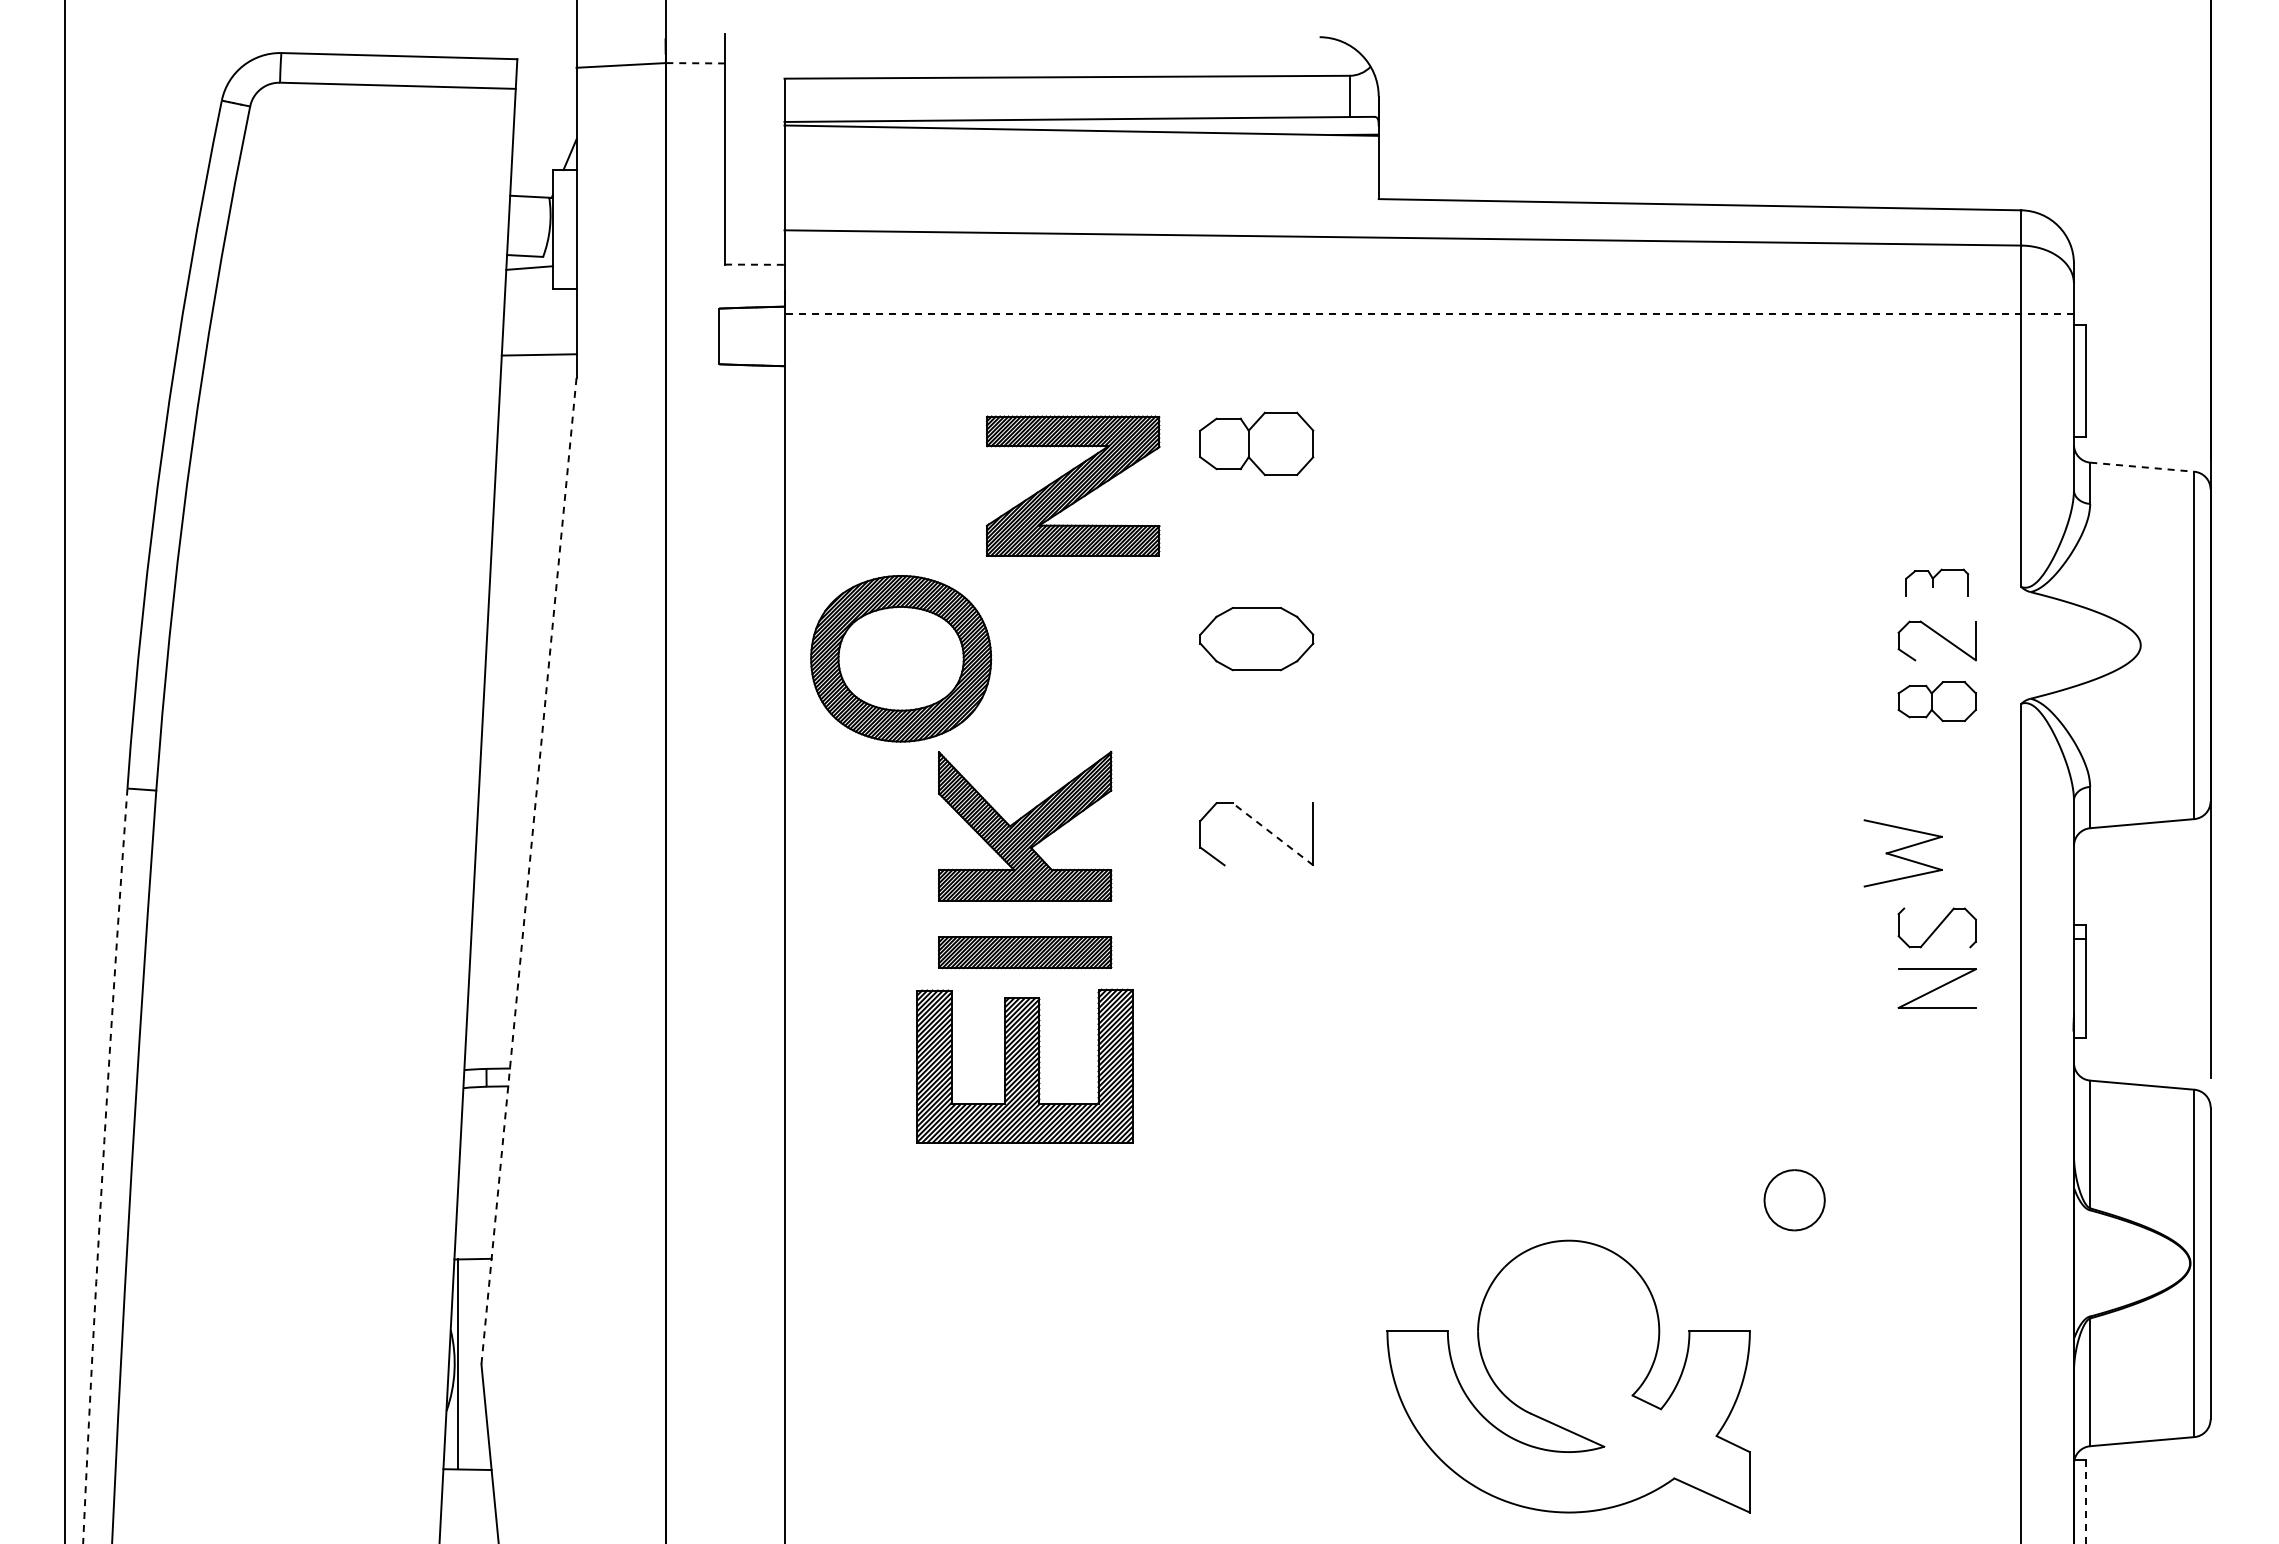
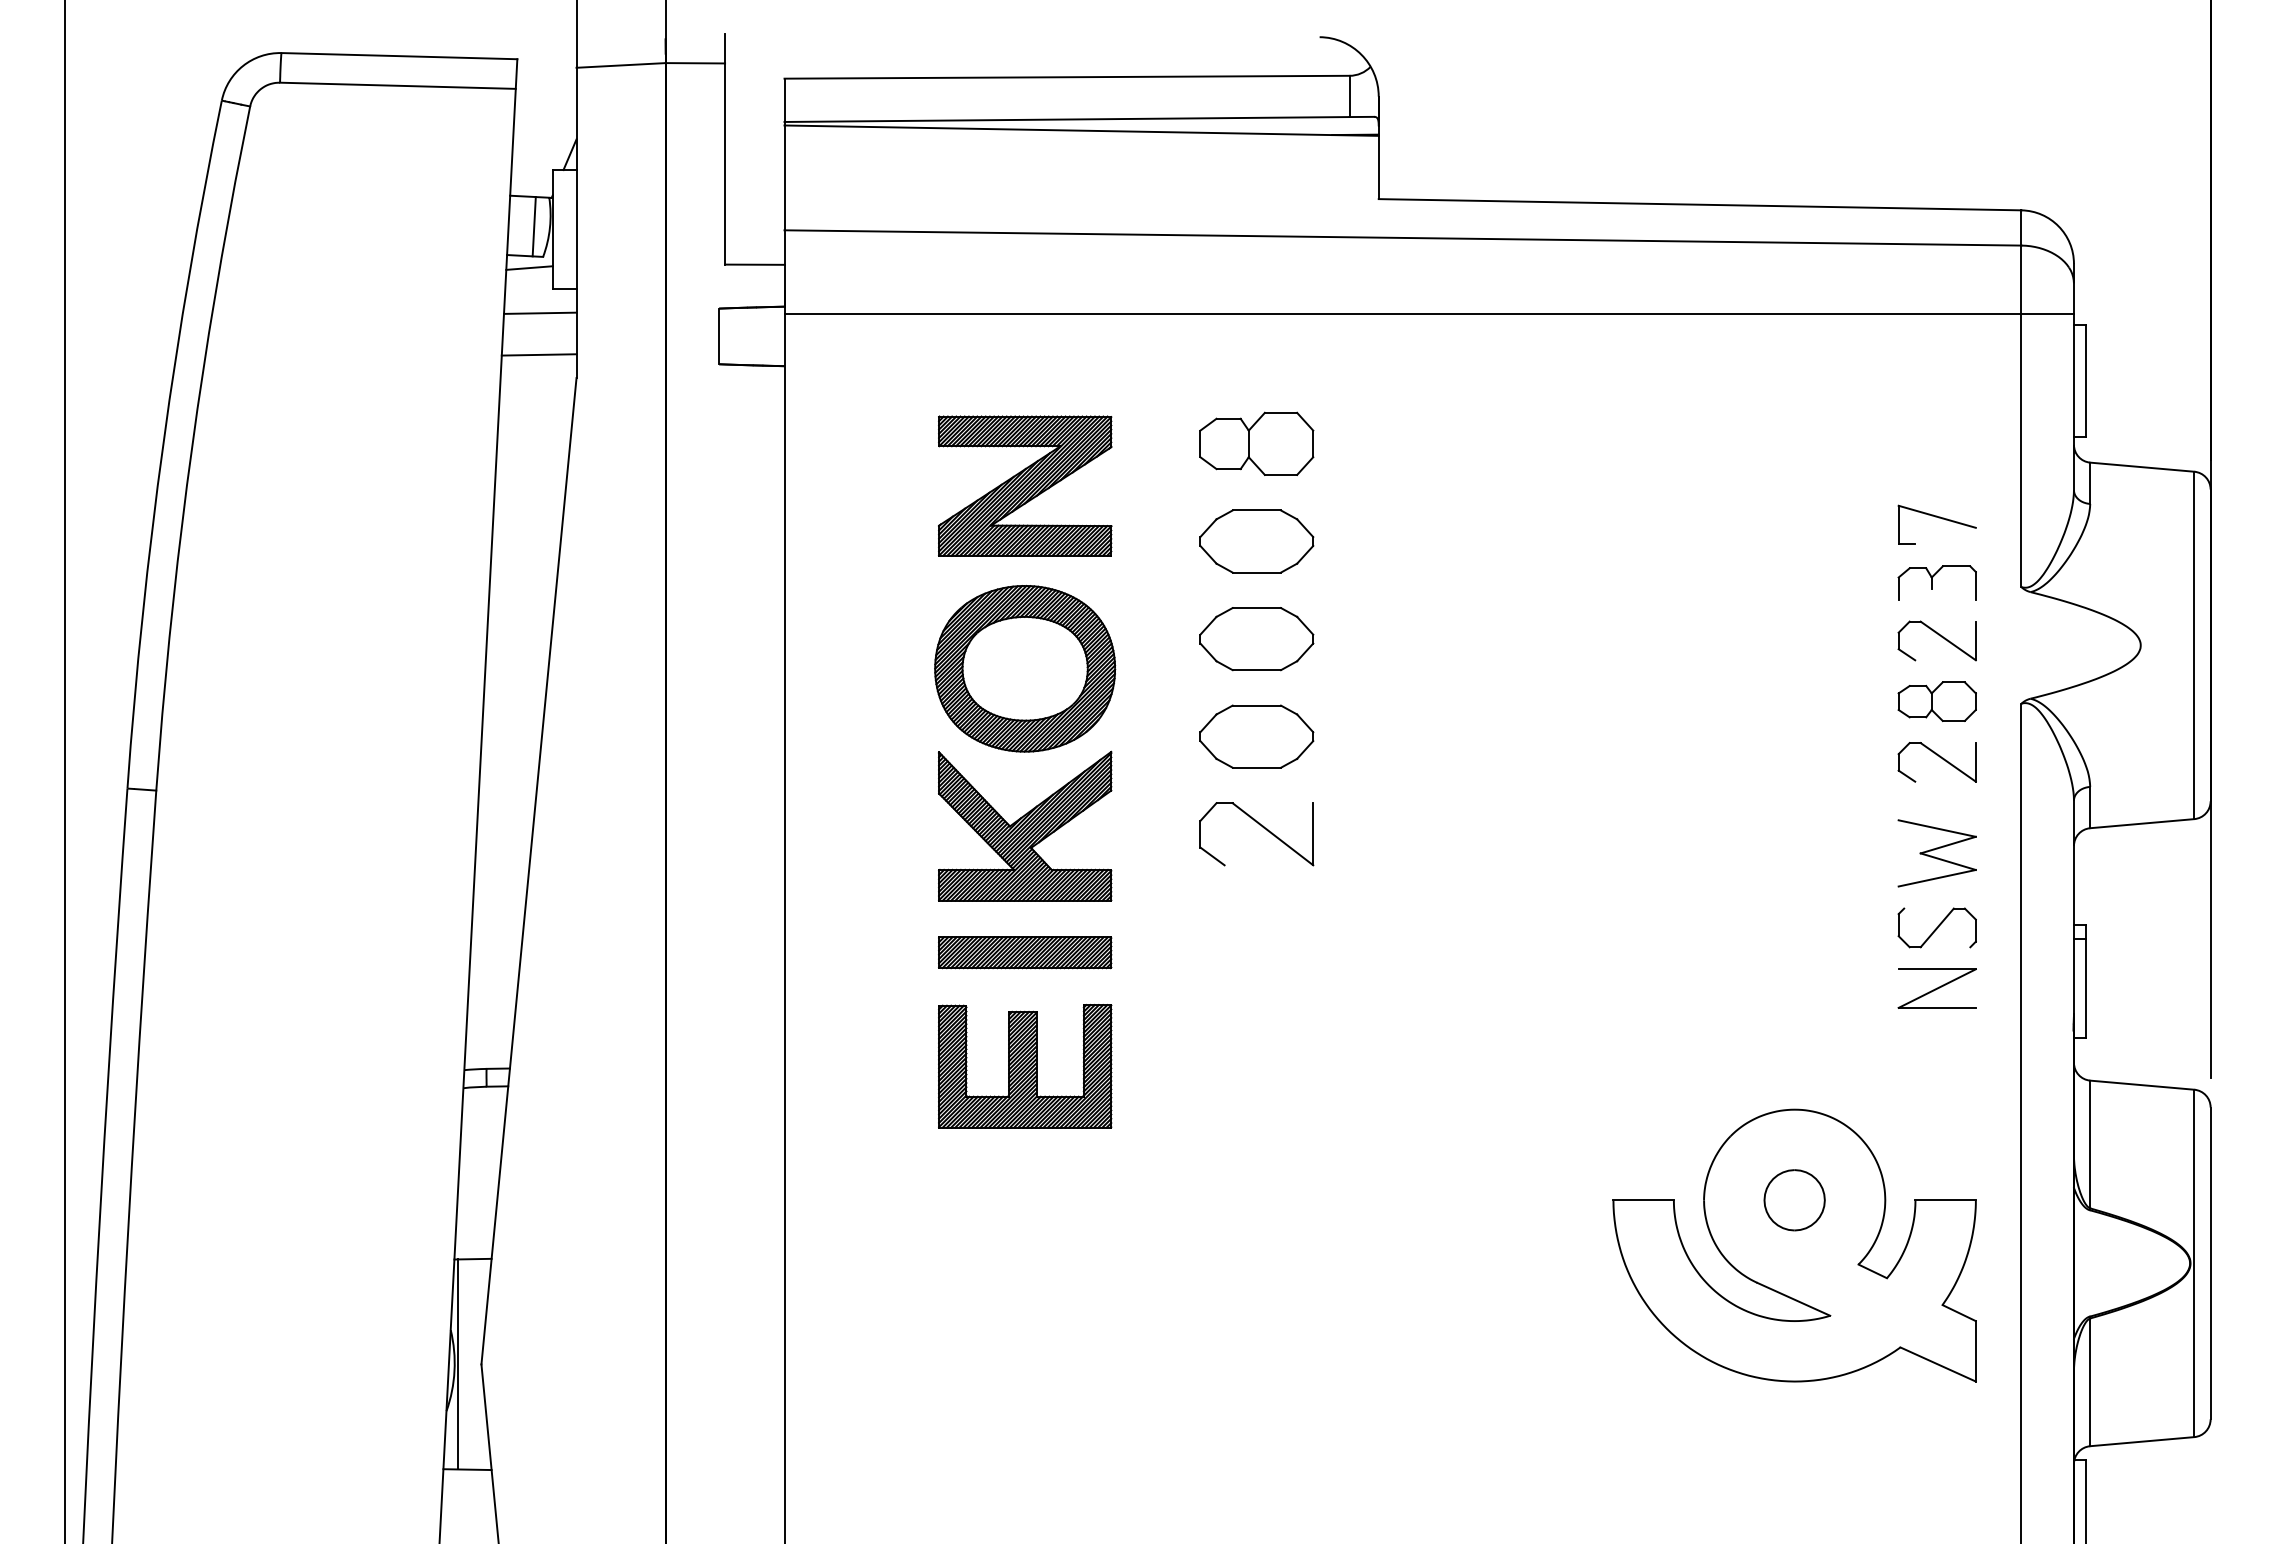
line at (695, 63): dashed -> solid
line at (533, 226): none -> present
line at (754, 264): dashed -> solid
line at (539, 312): none -> present
line at (1429, 314): dashed -> solid
line at (2142, 467): dashed -> solid
part at (1073, 485) position: (1073, 485) -> (1025, 485)
part at (1938, 518): none -> present
part at (1256, 541): none -> present
part at (1937, 582) size: 65x29 px -> 80x36 px
part at (901, 658) position: (901, 658) -> (1025, 668)
part at (1256, 736): none -> present
part at (1936, 762): none -> present
line at (1272, 834): dashed -> solid
part at (1902, 853) position: (1902, 853) -> (1936, 853)
line at (528, 871): dashed -> solid
part at (1024, 1065) size: 218x156 px -> 175x125 px
arc at (102, 1166): dashed -> solid
part at (1568, 1376) position: (1568, 1376) -> (1794, 1245)
line at (2085, 1502): dashed -> solid
